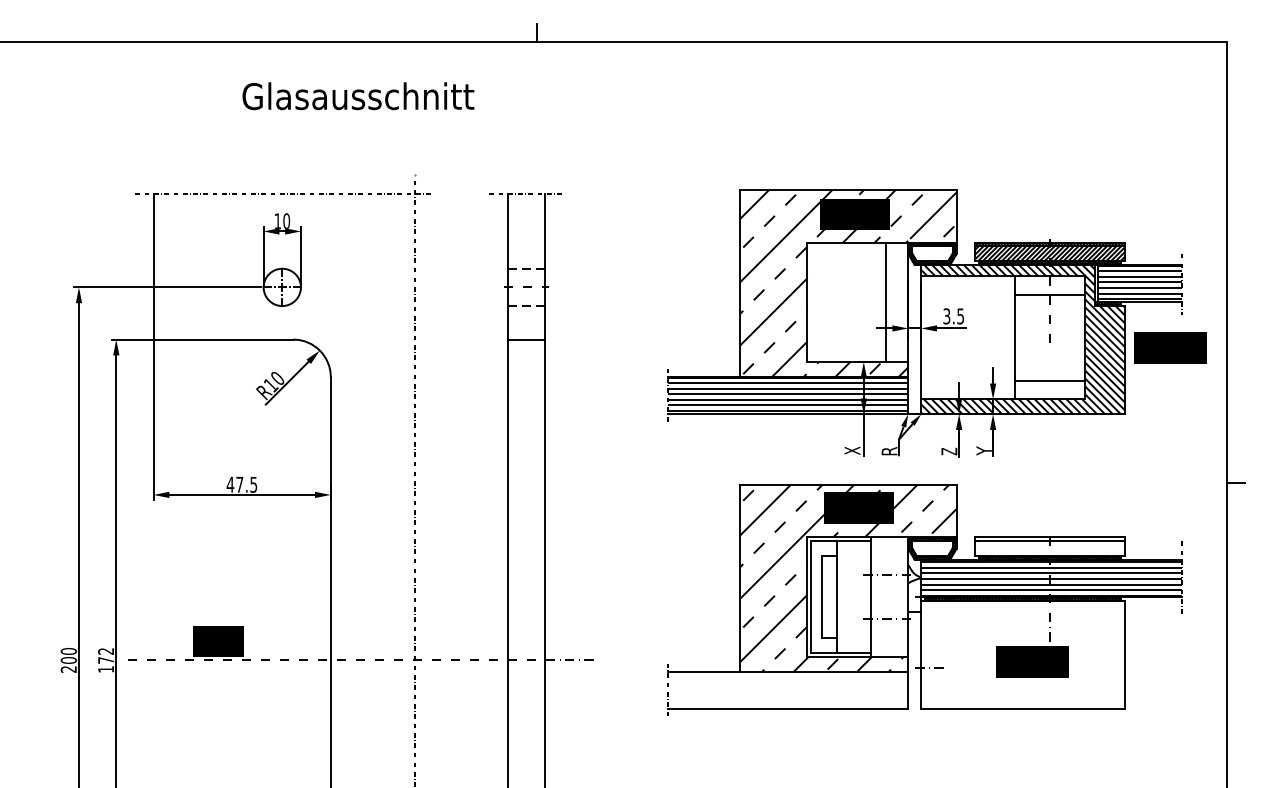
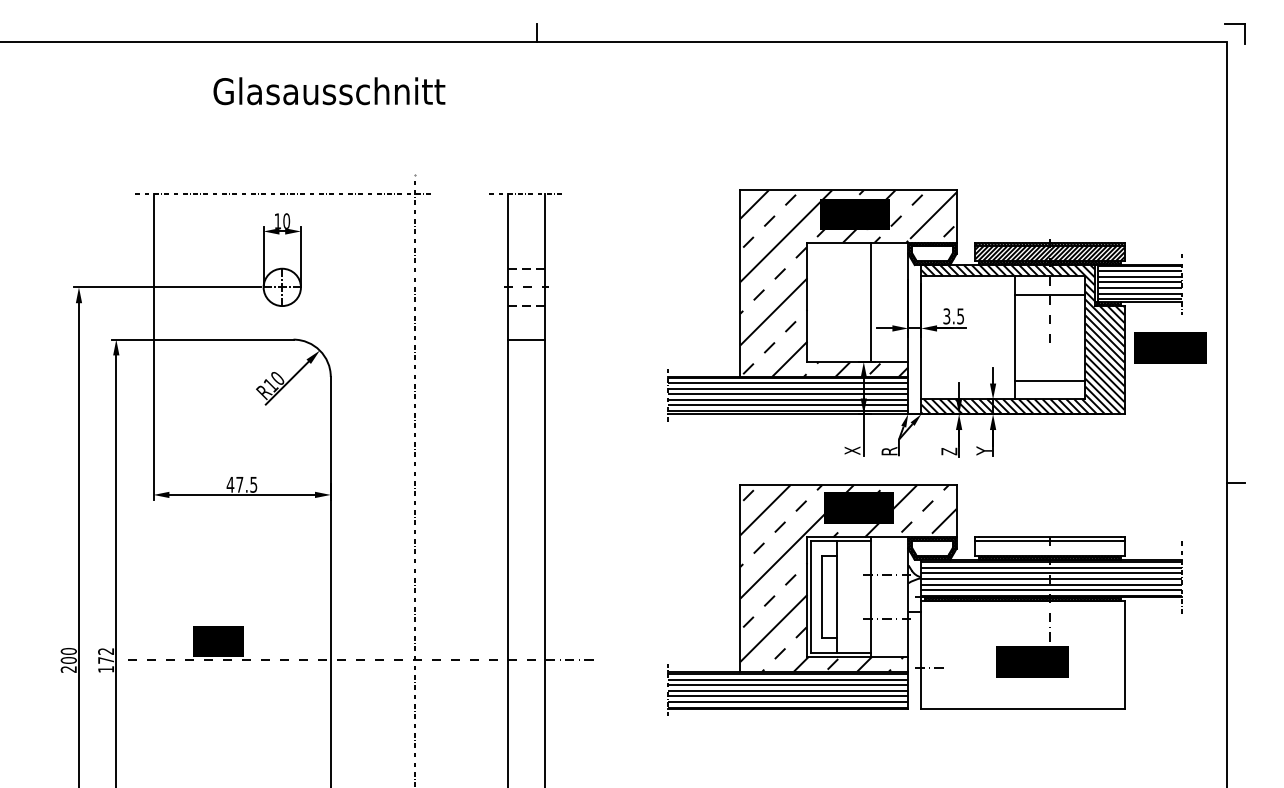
part at (1234, 24): none -> present
text at (358, 96) position: (358, 96) -> (329, 91)
line at (885, 302) position: (885, 302) -> (870, 302)
hatch at (787, 690): none -> present
